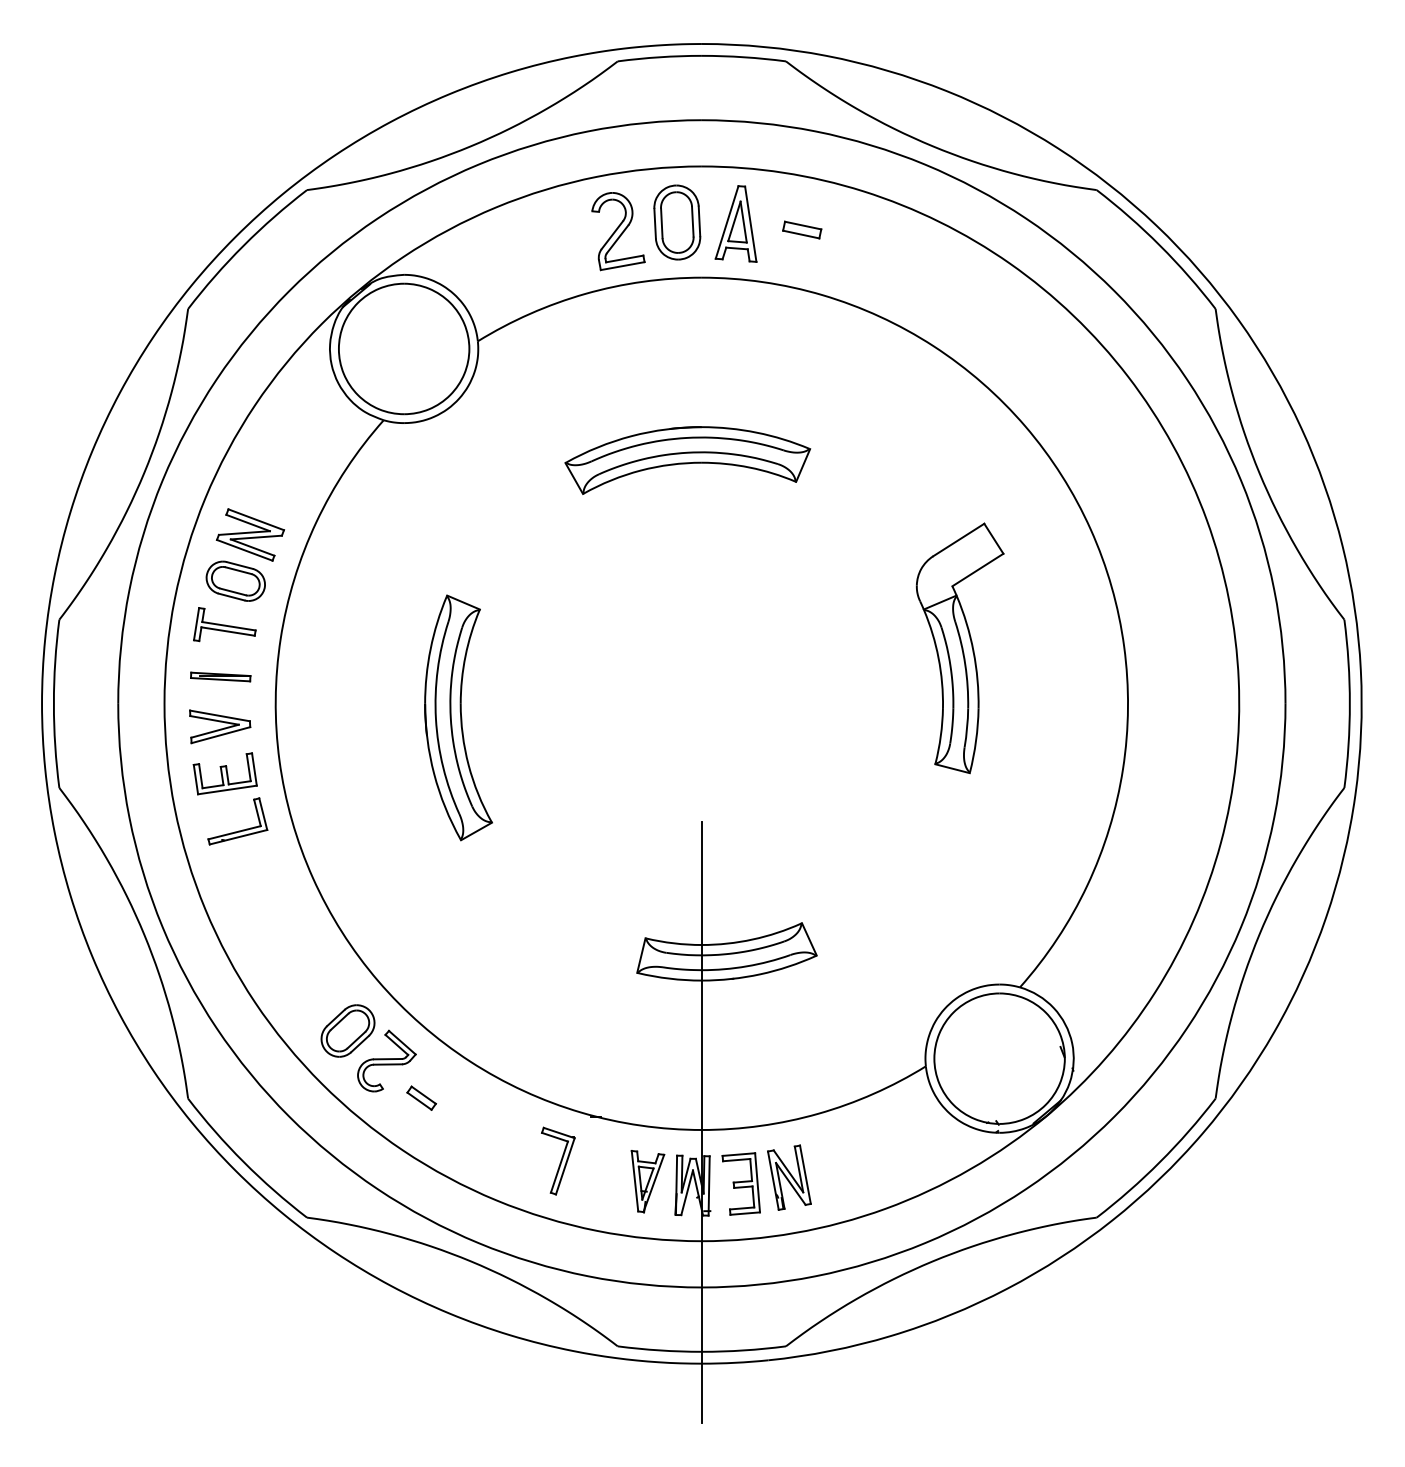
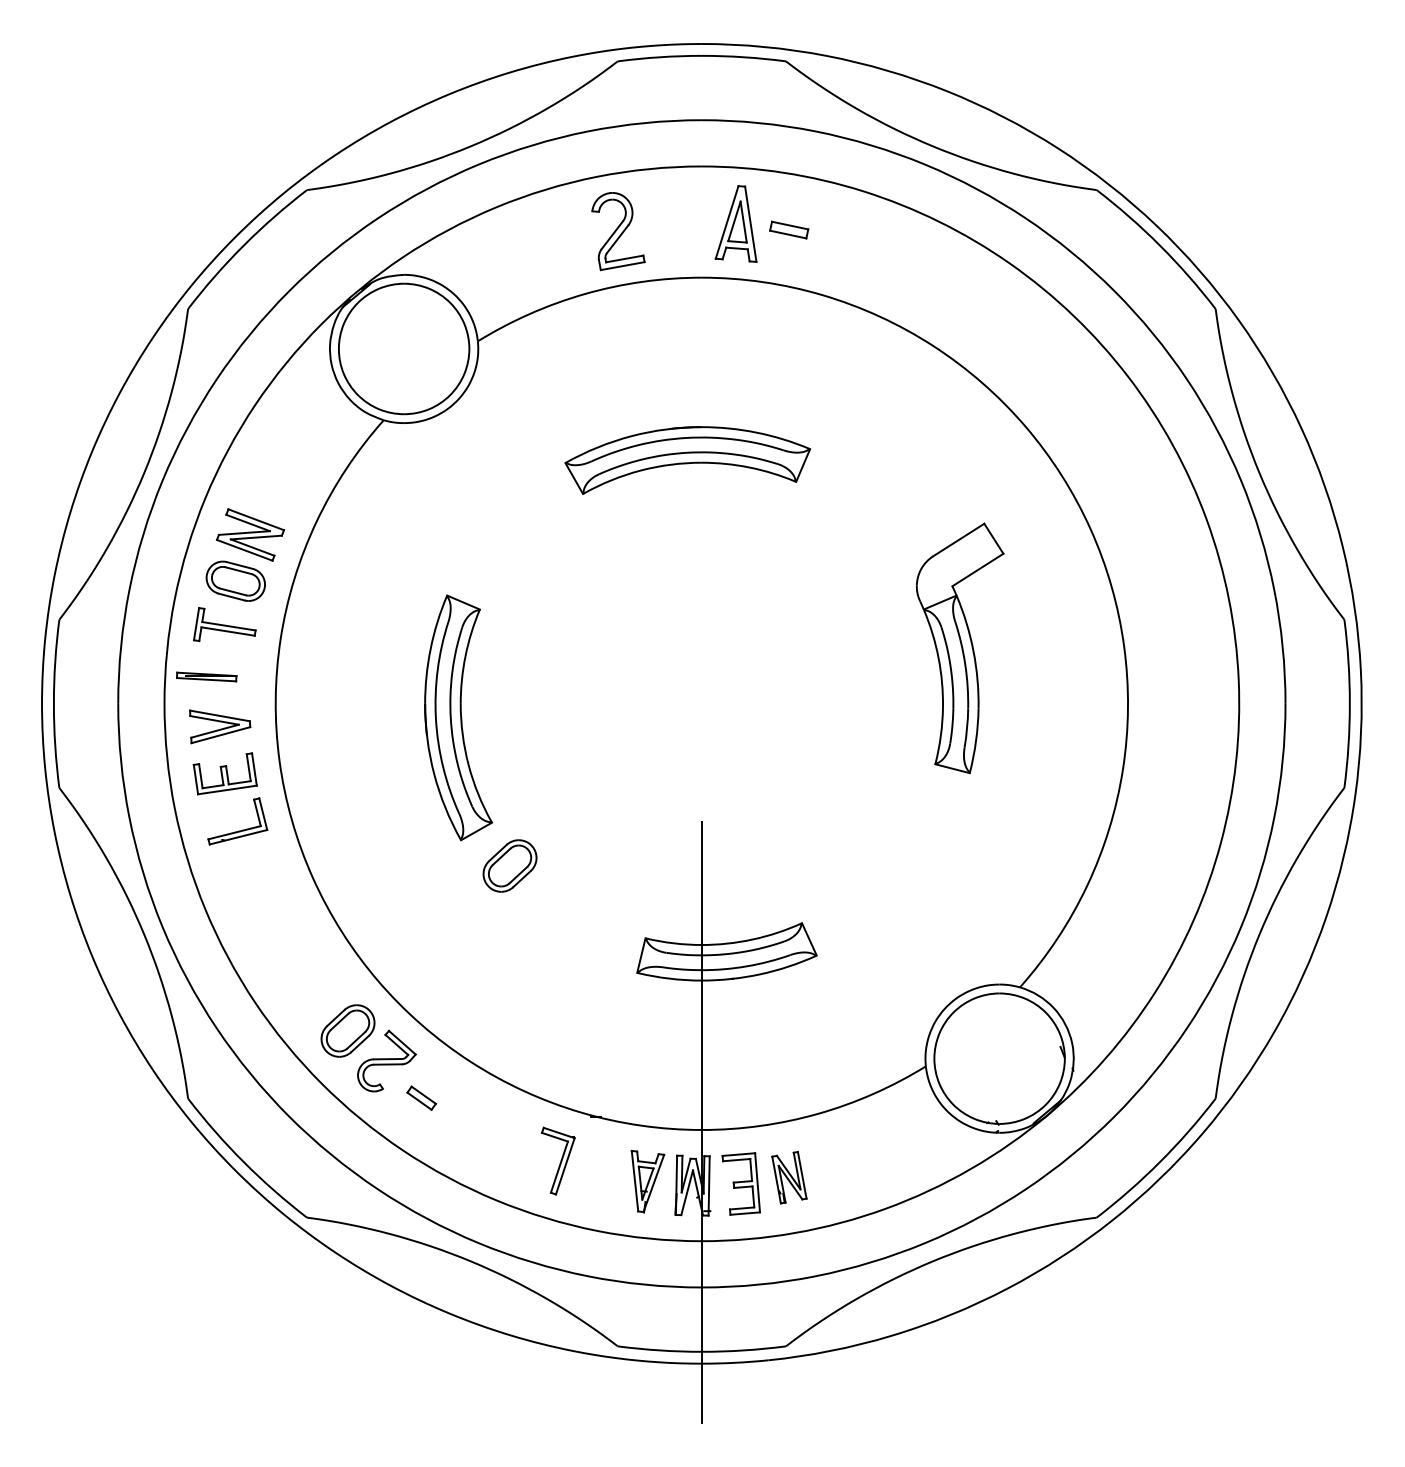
part at (677, 222): present -> none
part at (802, 229) position: (802, 229) -> (789, 229)
part at (220, 676) position: (220, 676) -> (206, 676)
part at (509, 865): none -> present
part at (789, 1177) size: 45x67 px -> 37x55 px
